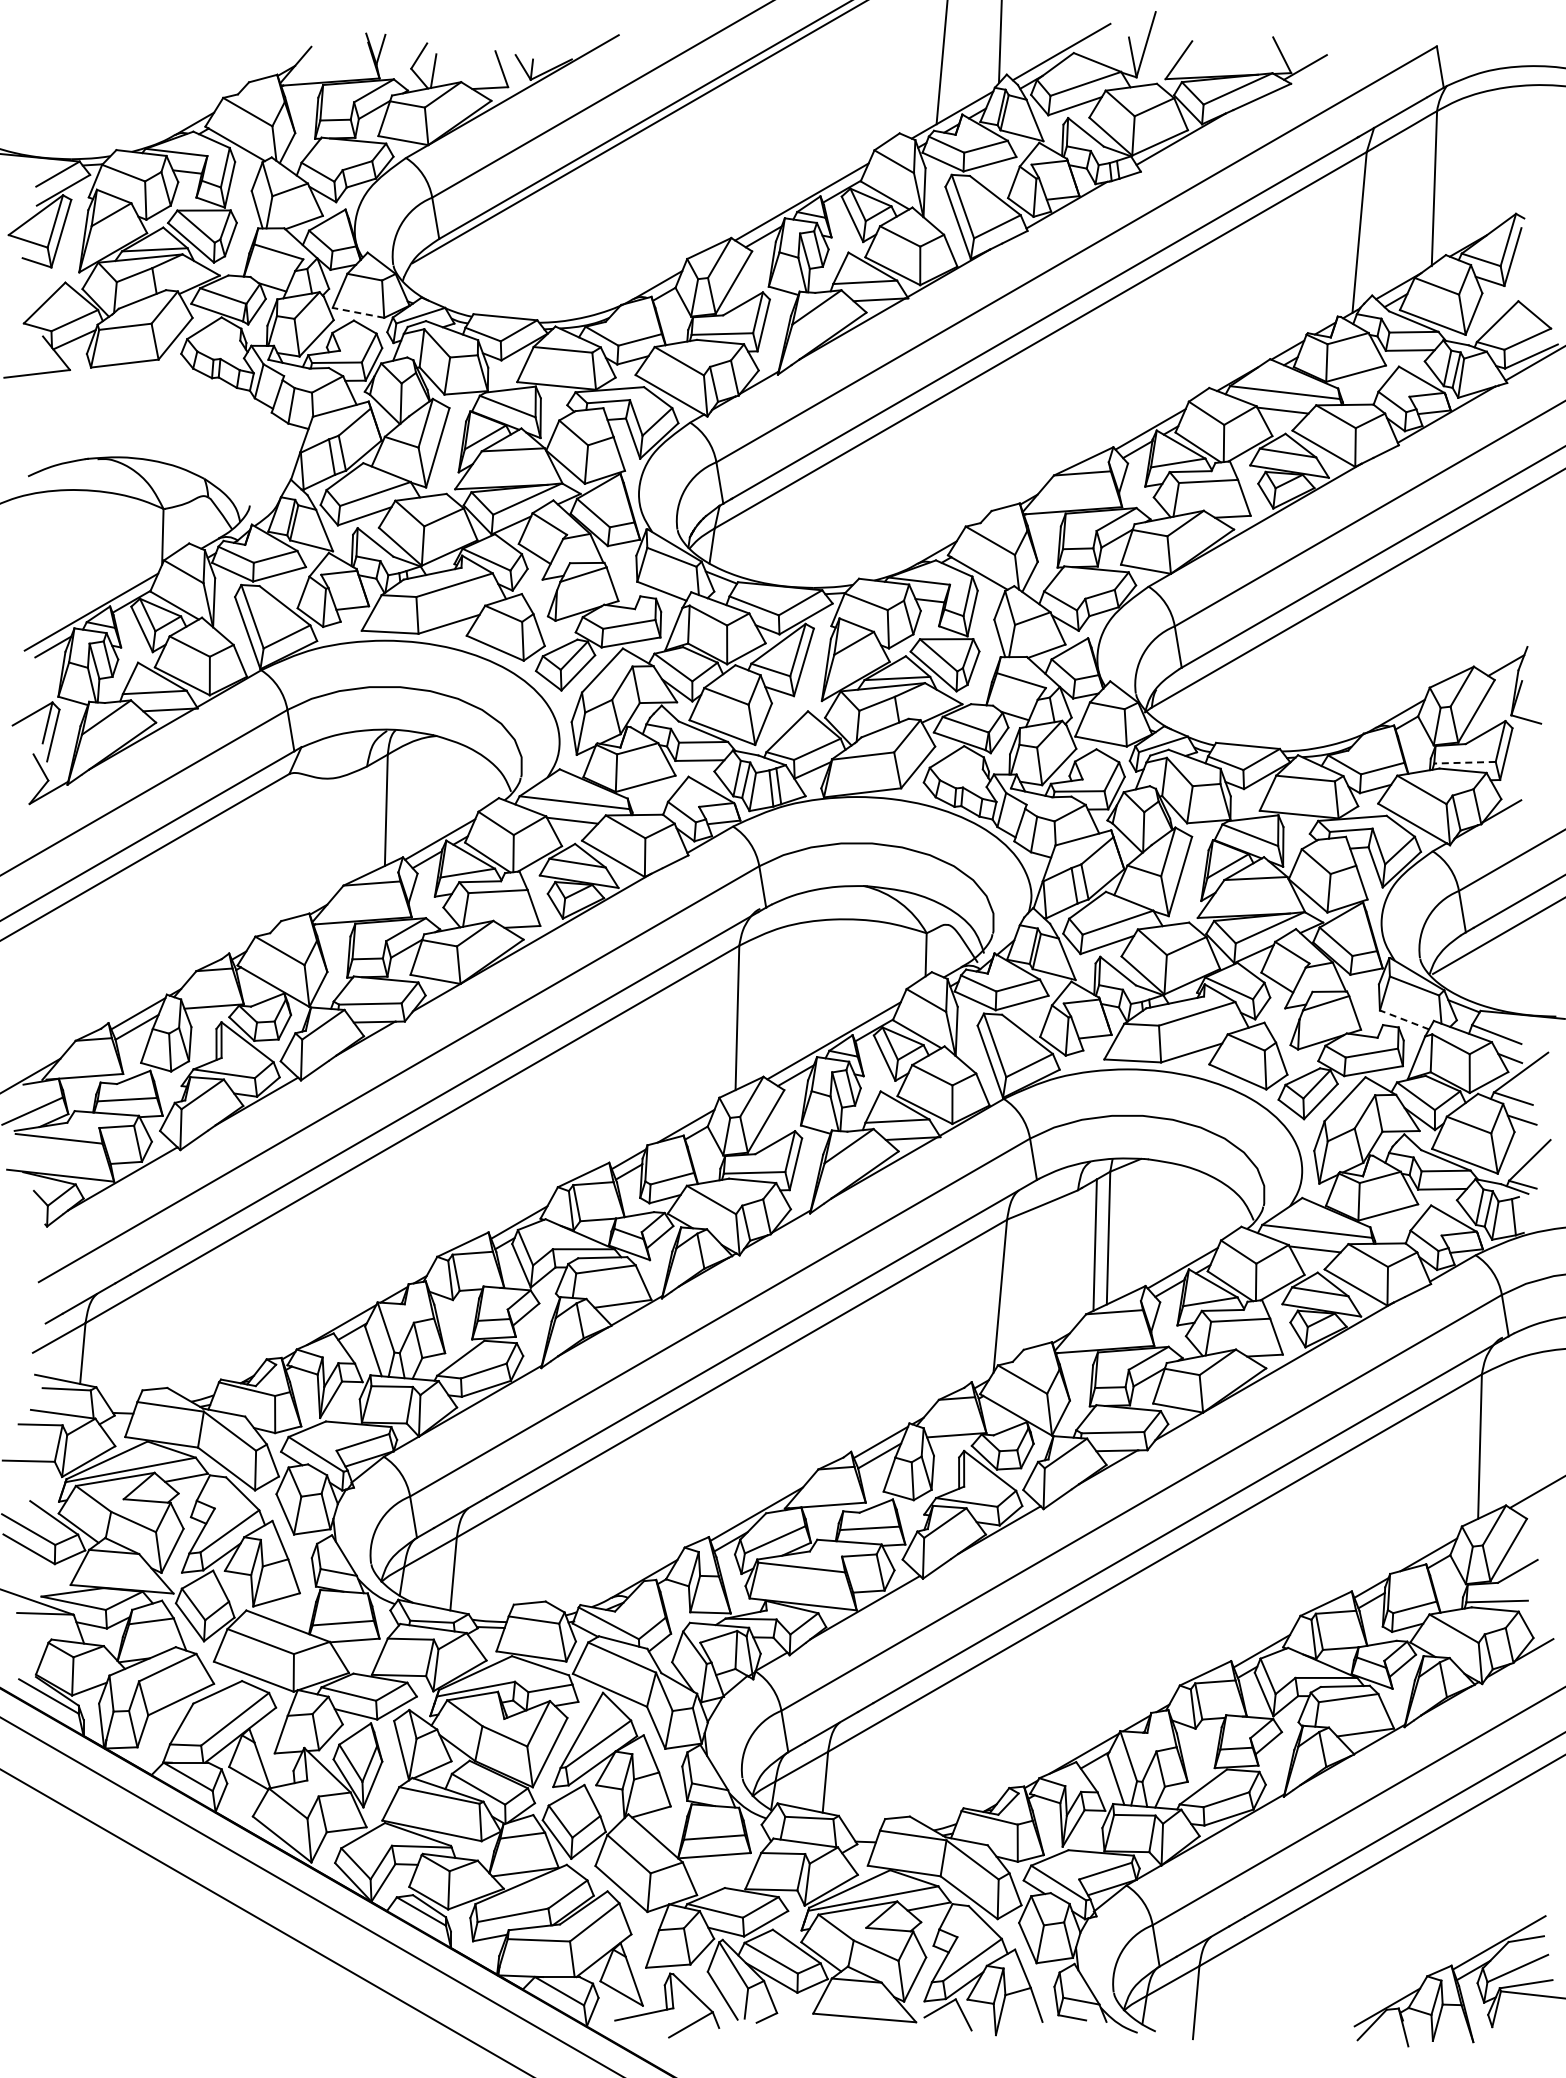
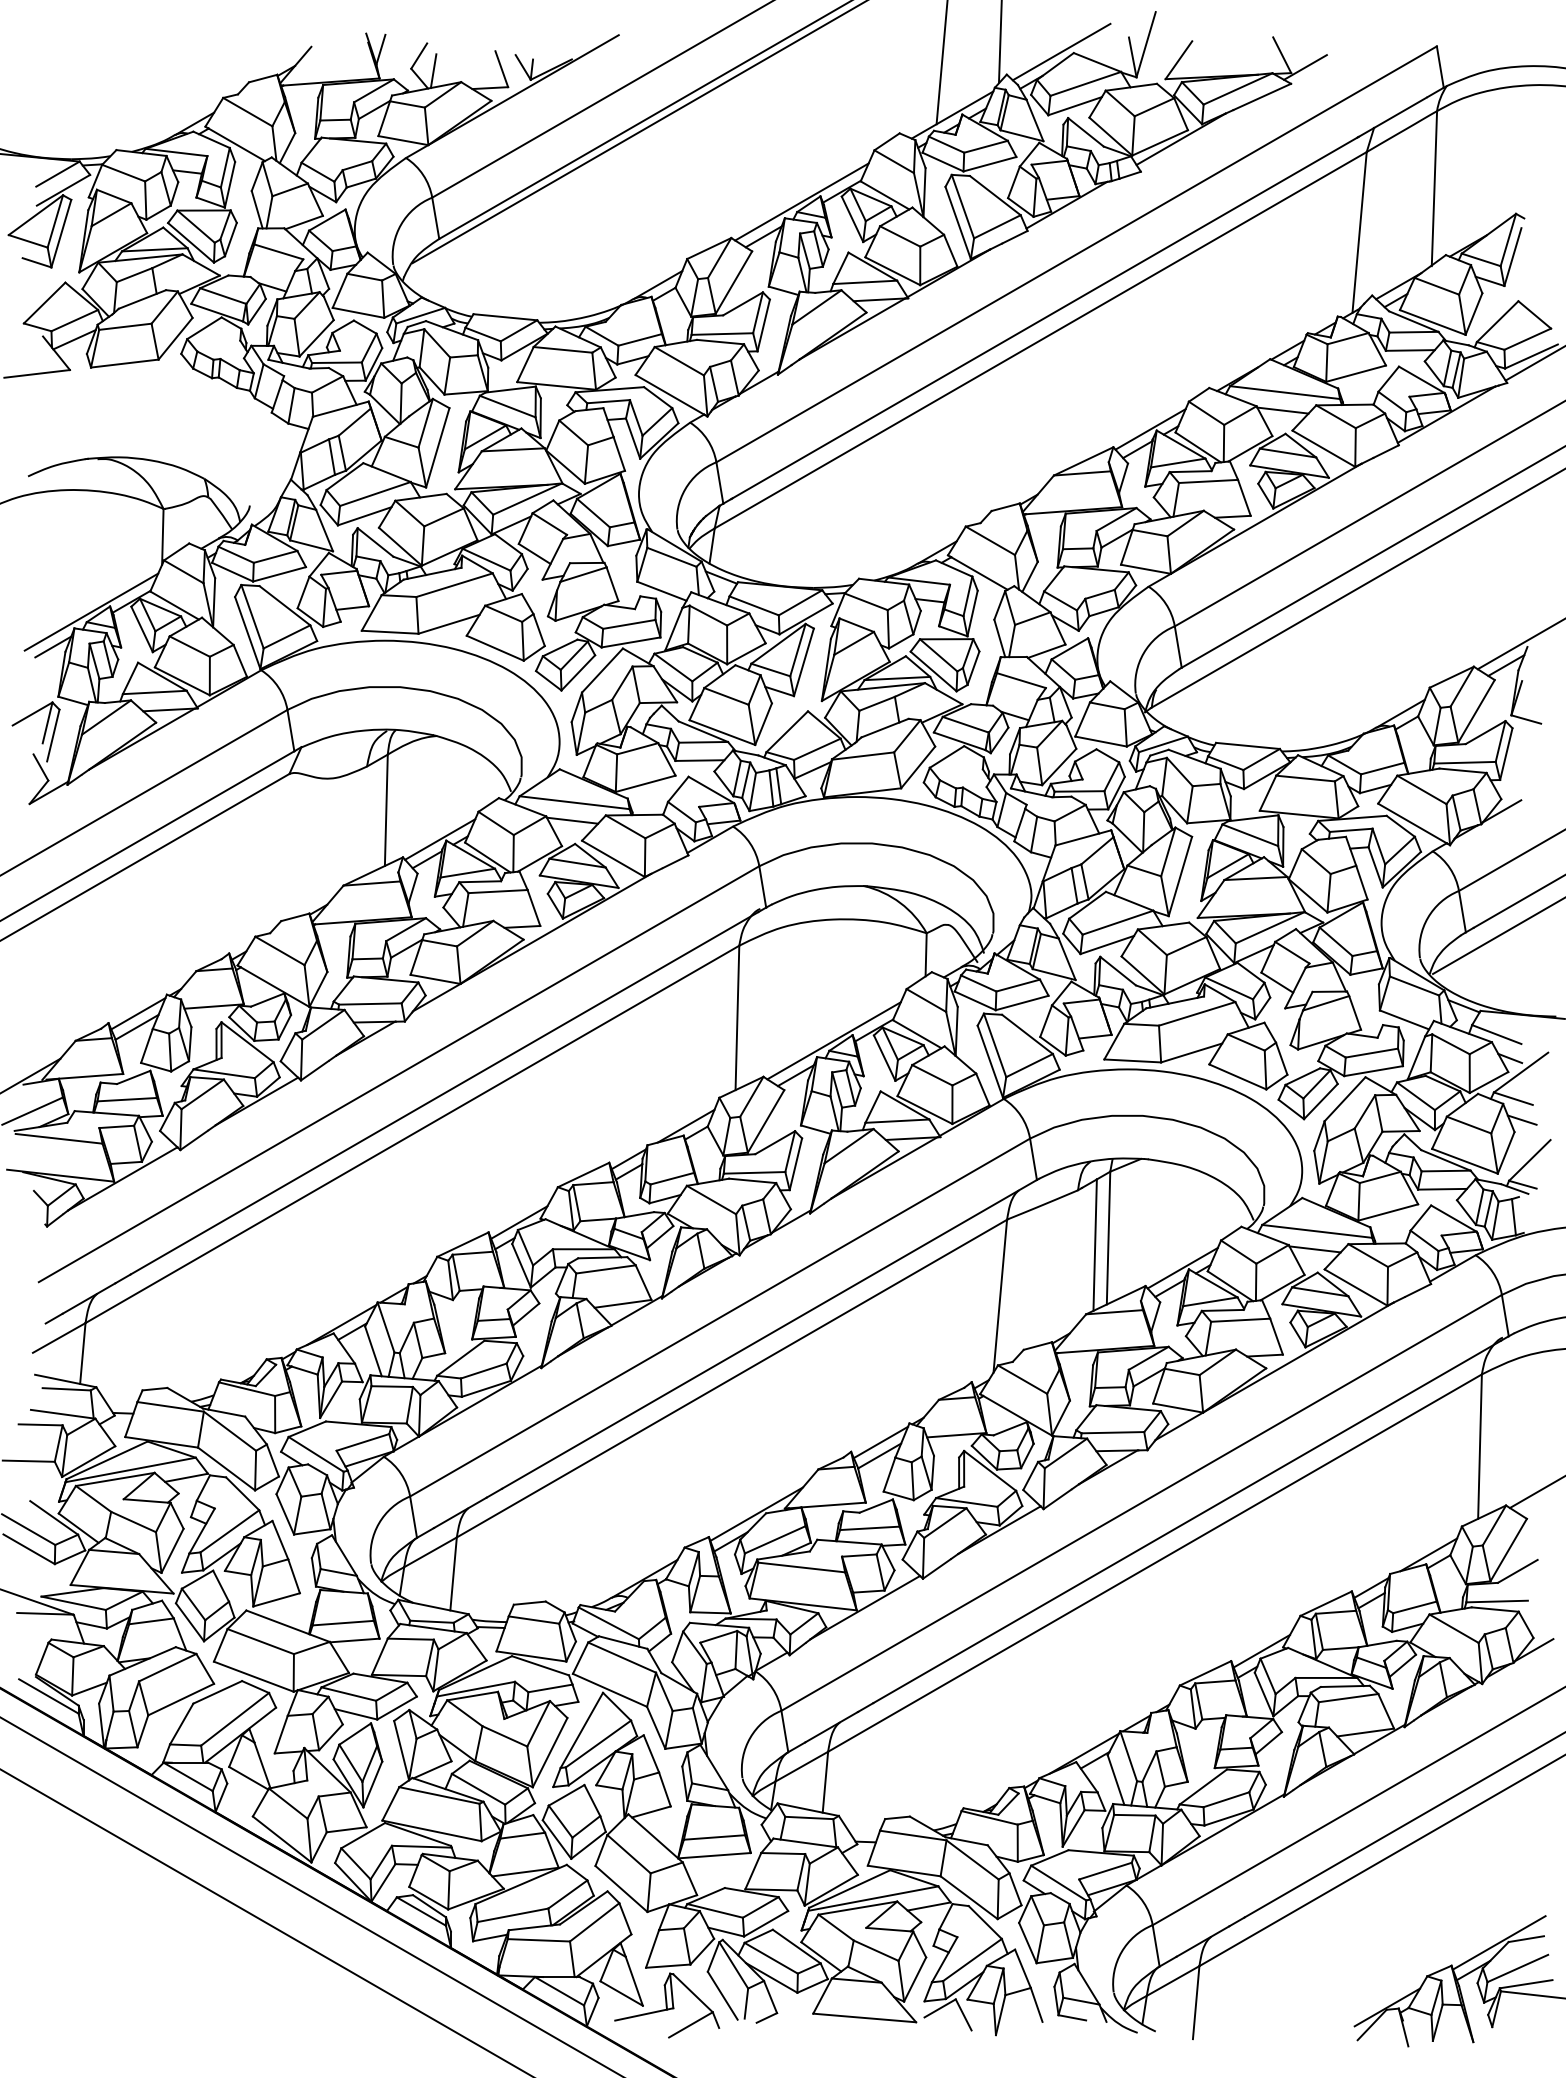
line at (358, 312): dashed -> solid
line at (1519, 644): none -> present
line at (1464, 762): dashed -> solid
line at (1404, 1019): dashed -> solid
